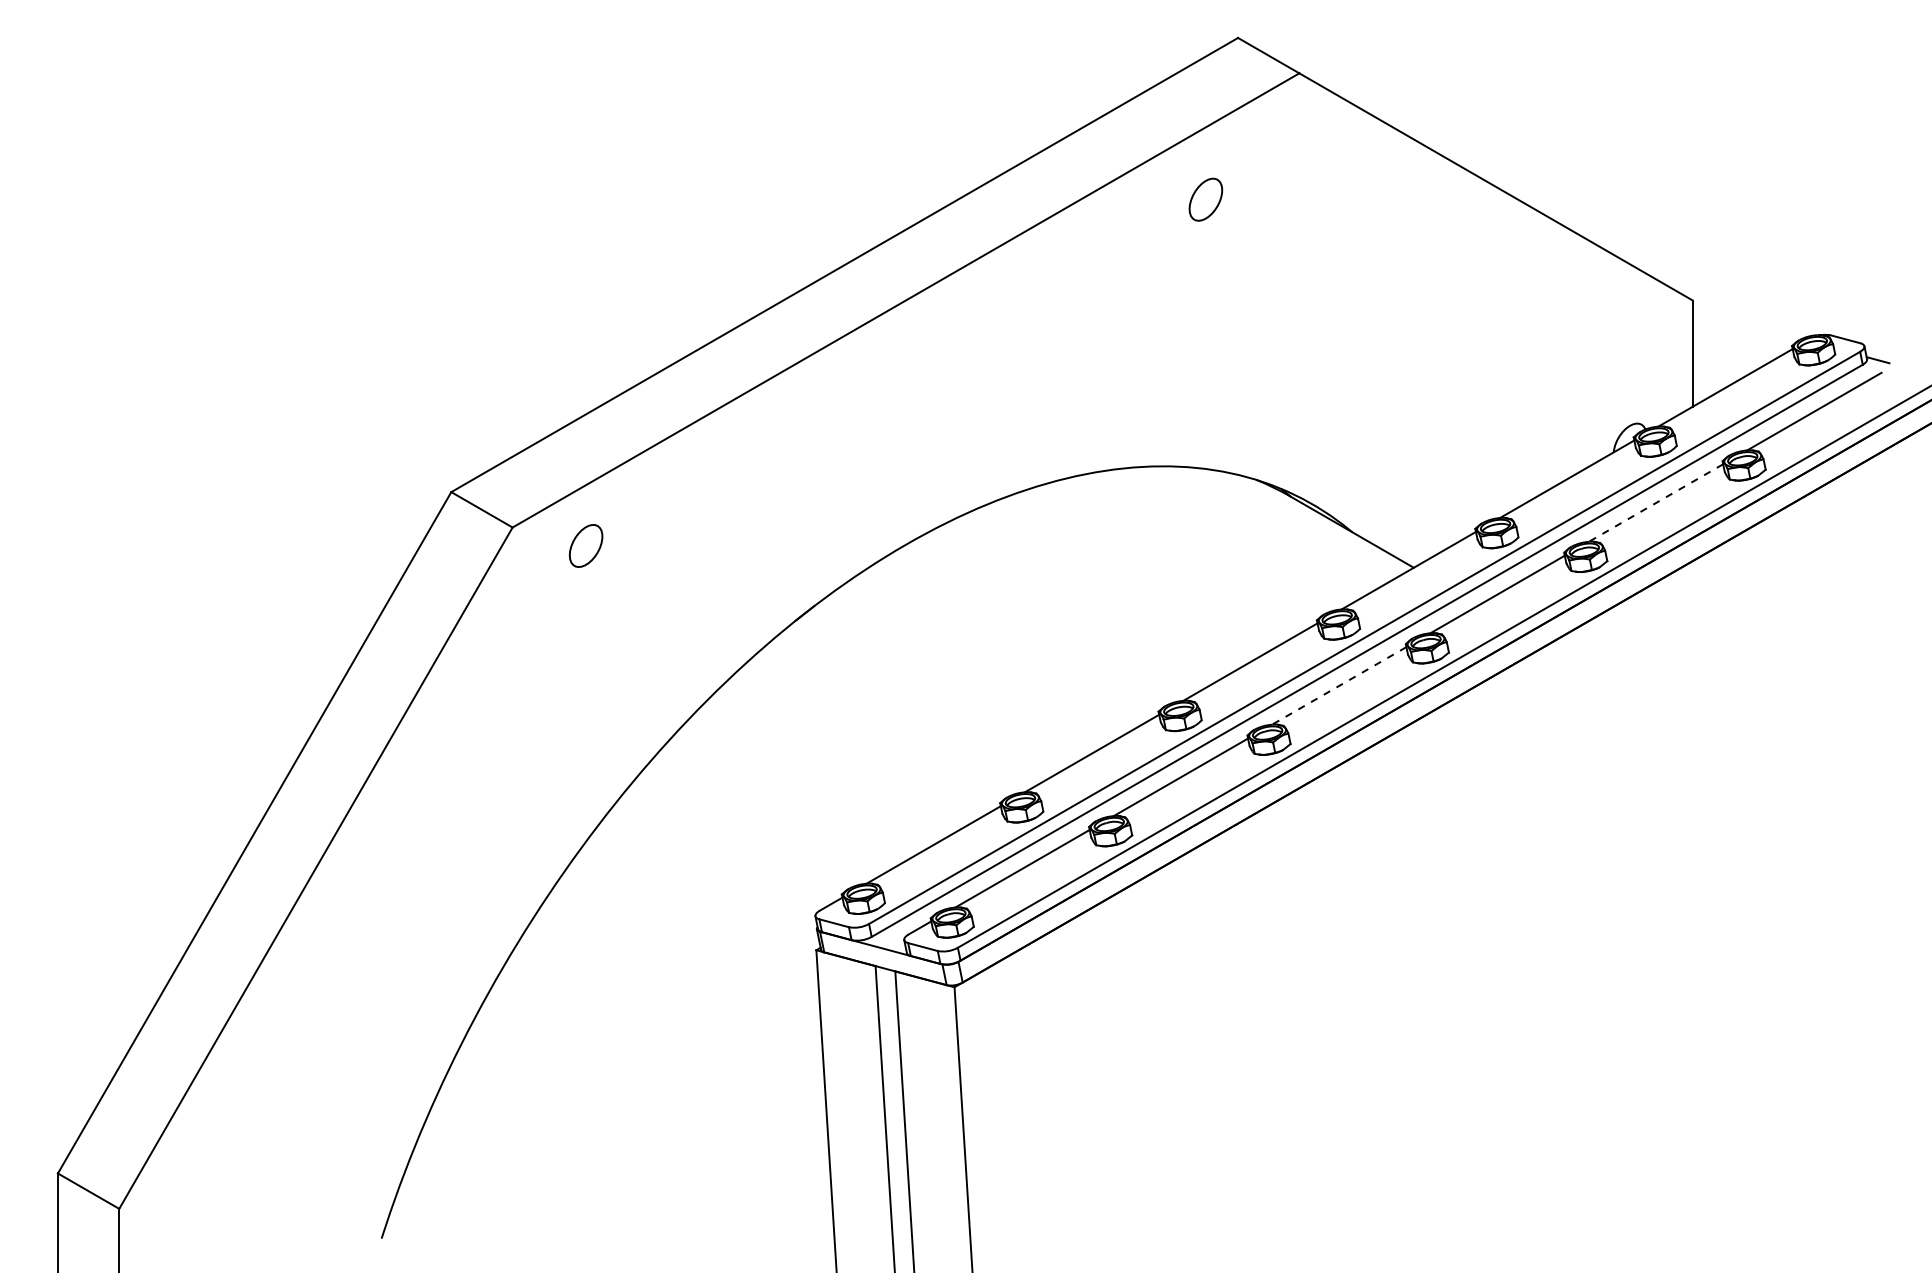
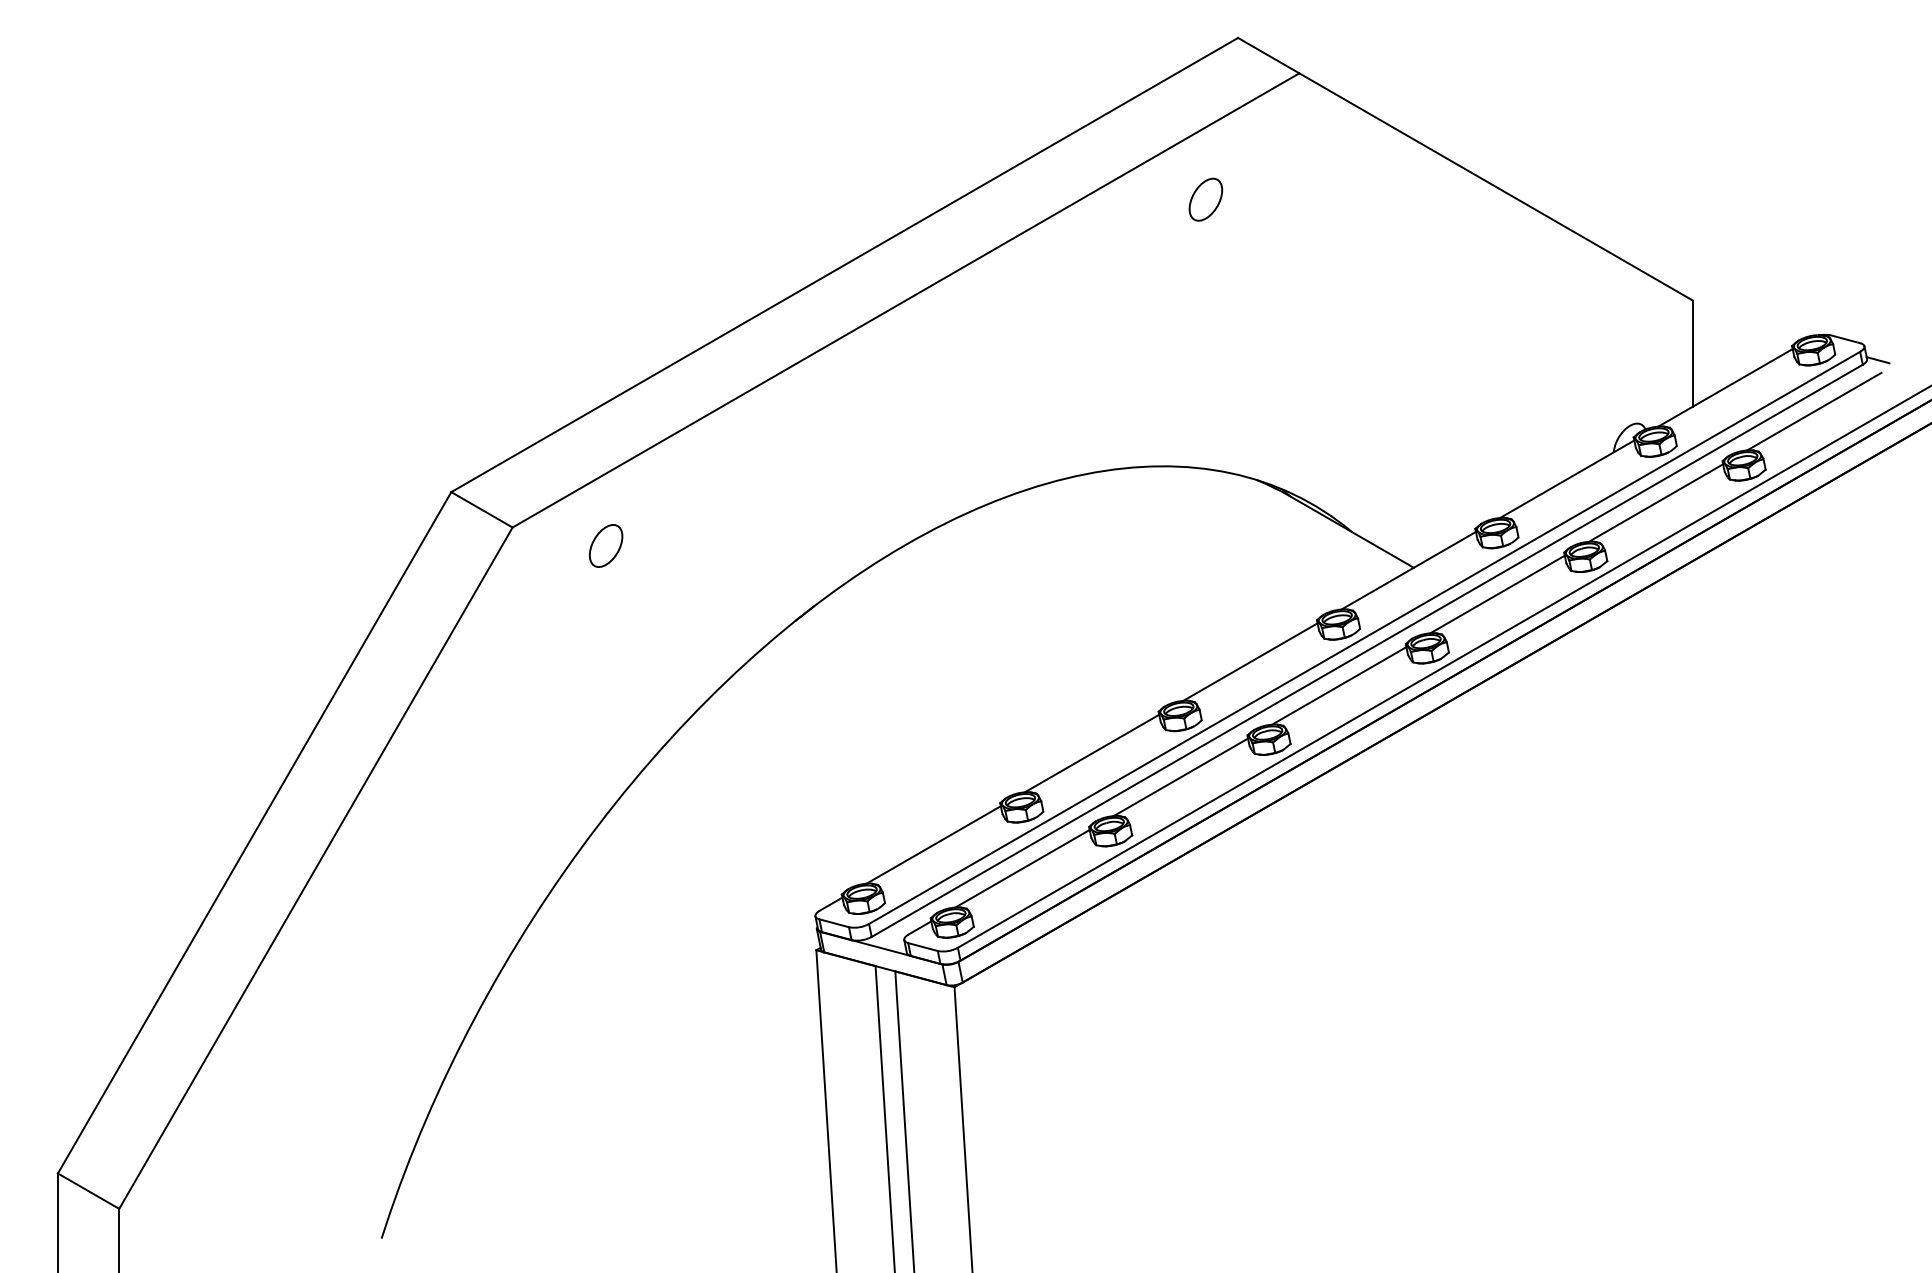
line at (1655, 503): dashed -> solid
part at (585, 545) position: (585, 545) -> (605, 545)
line at (1339, 685): dashed -> solid
